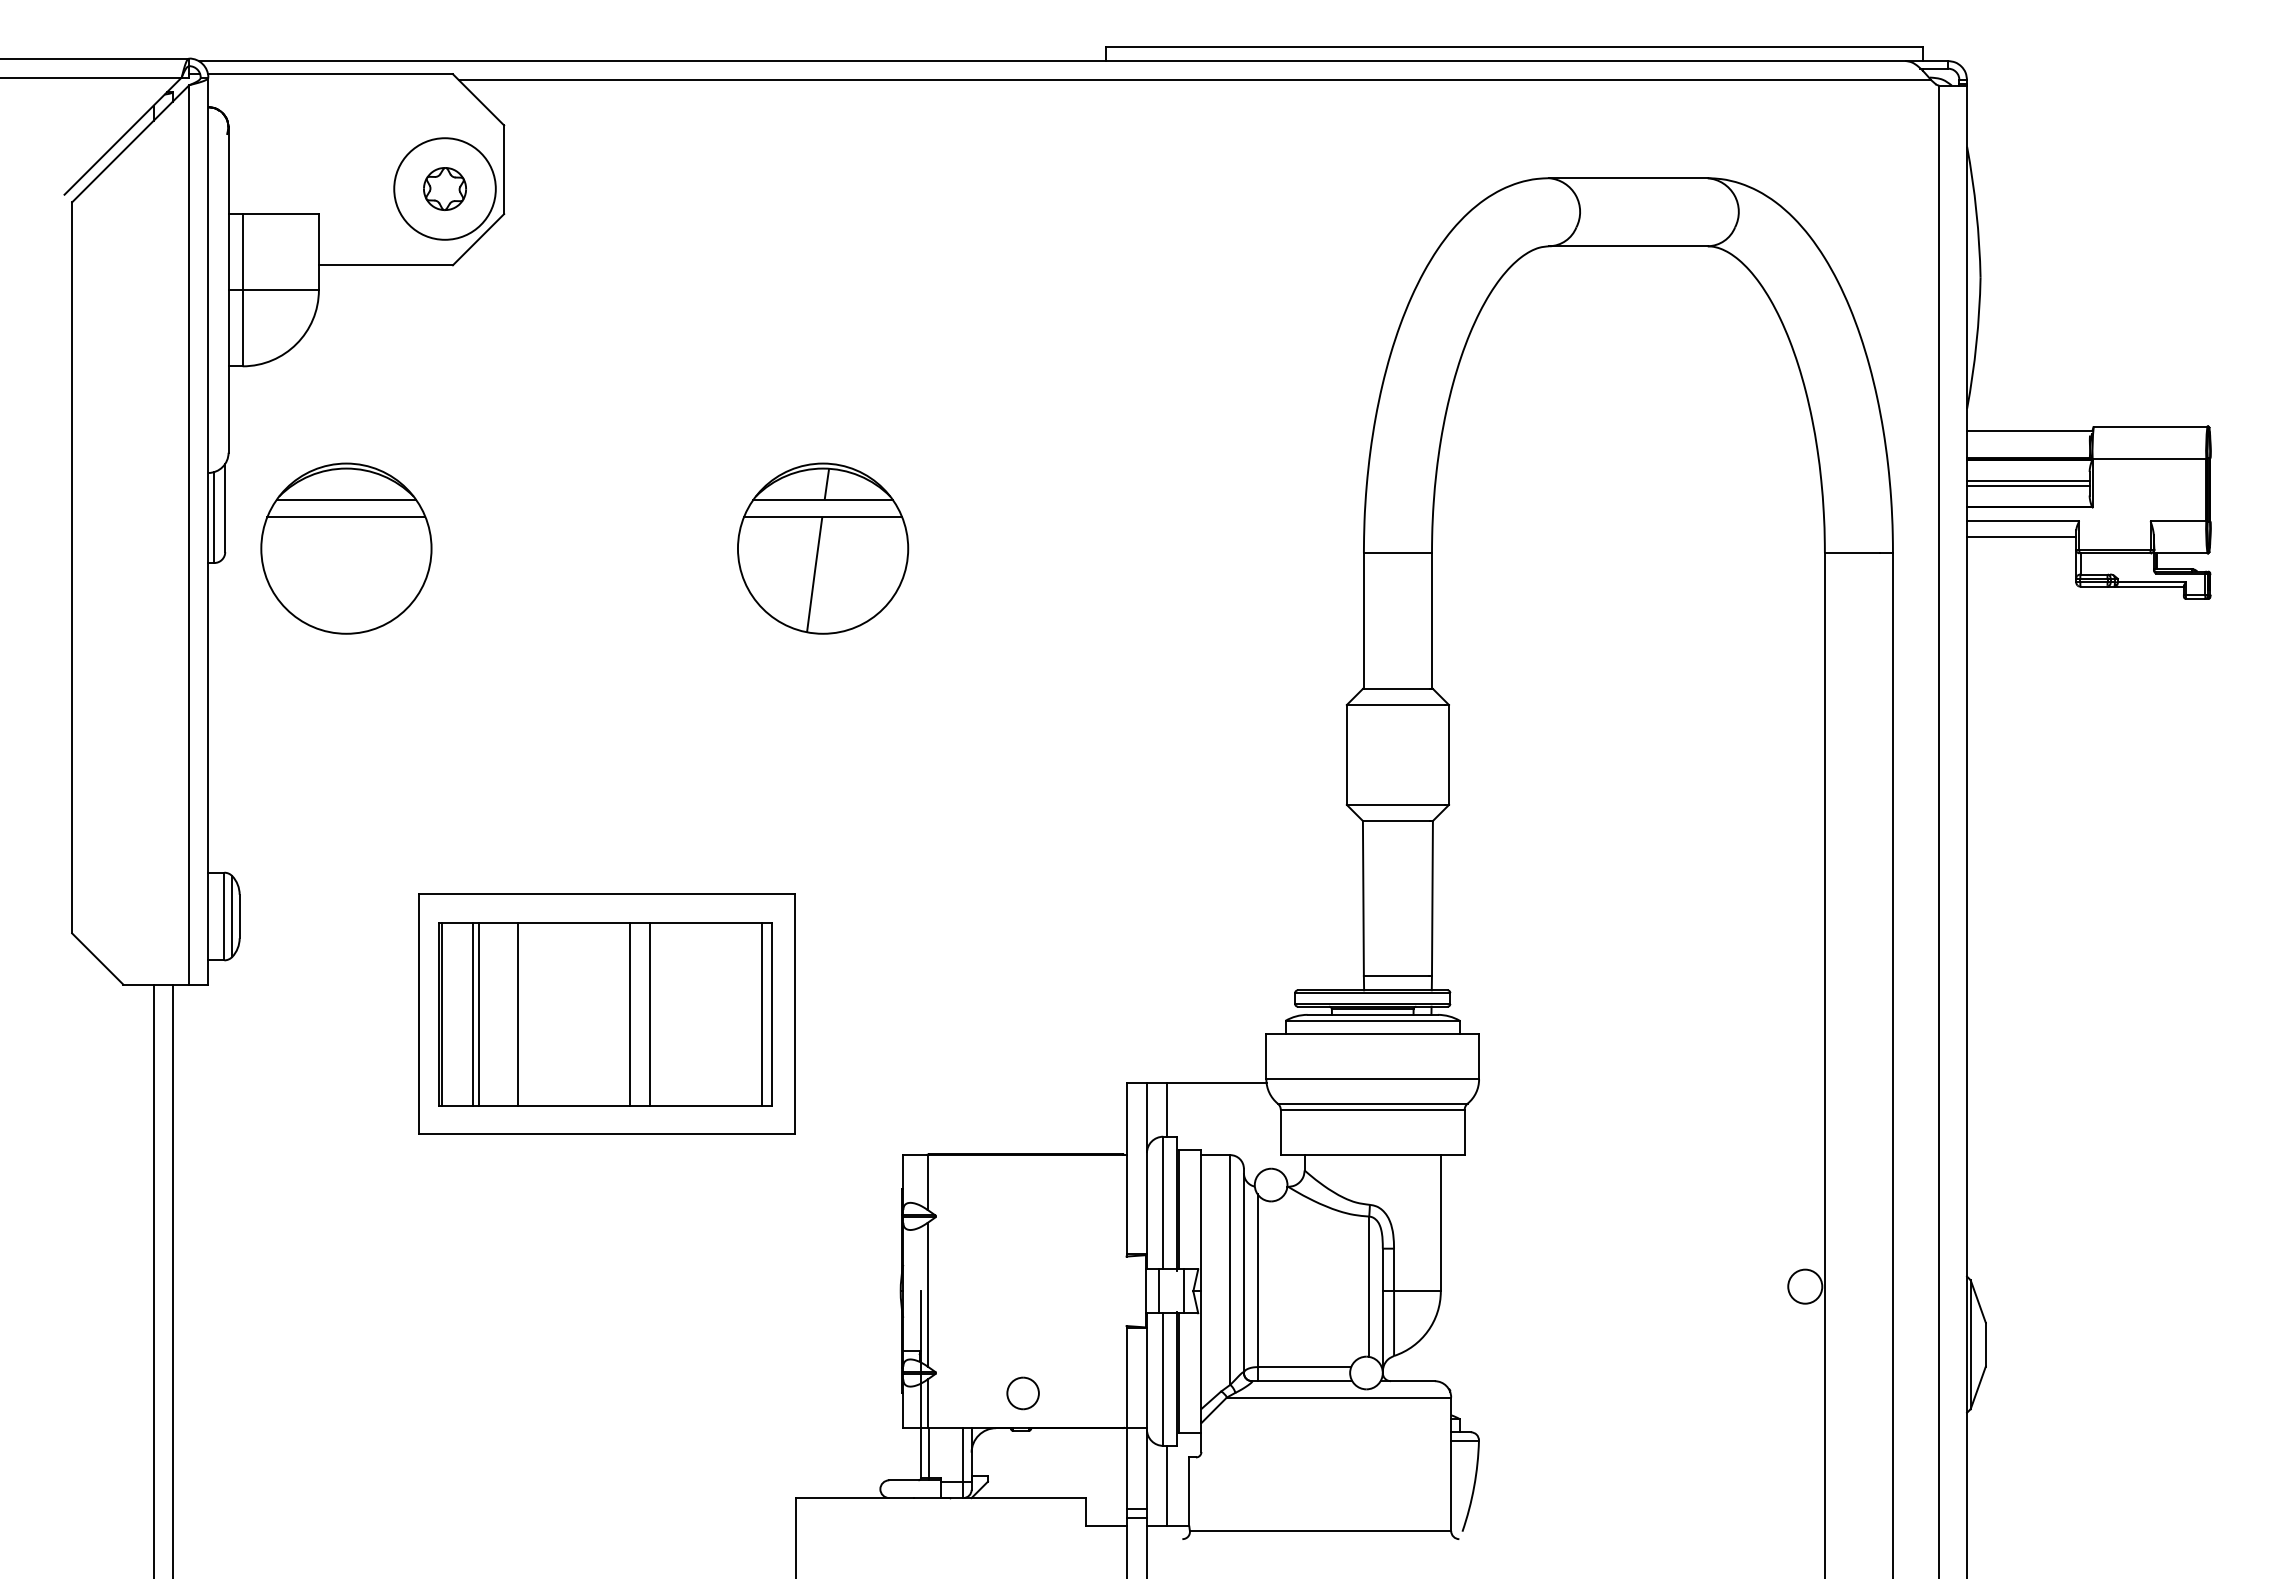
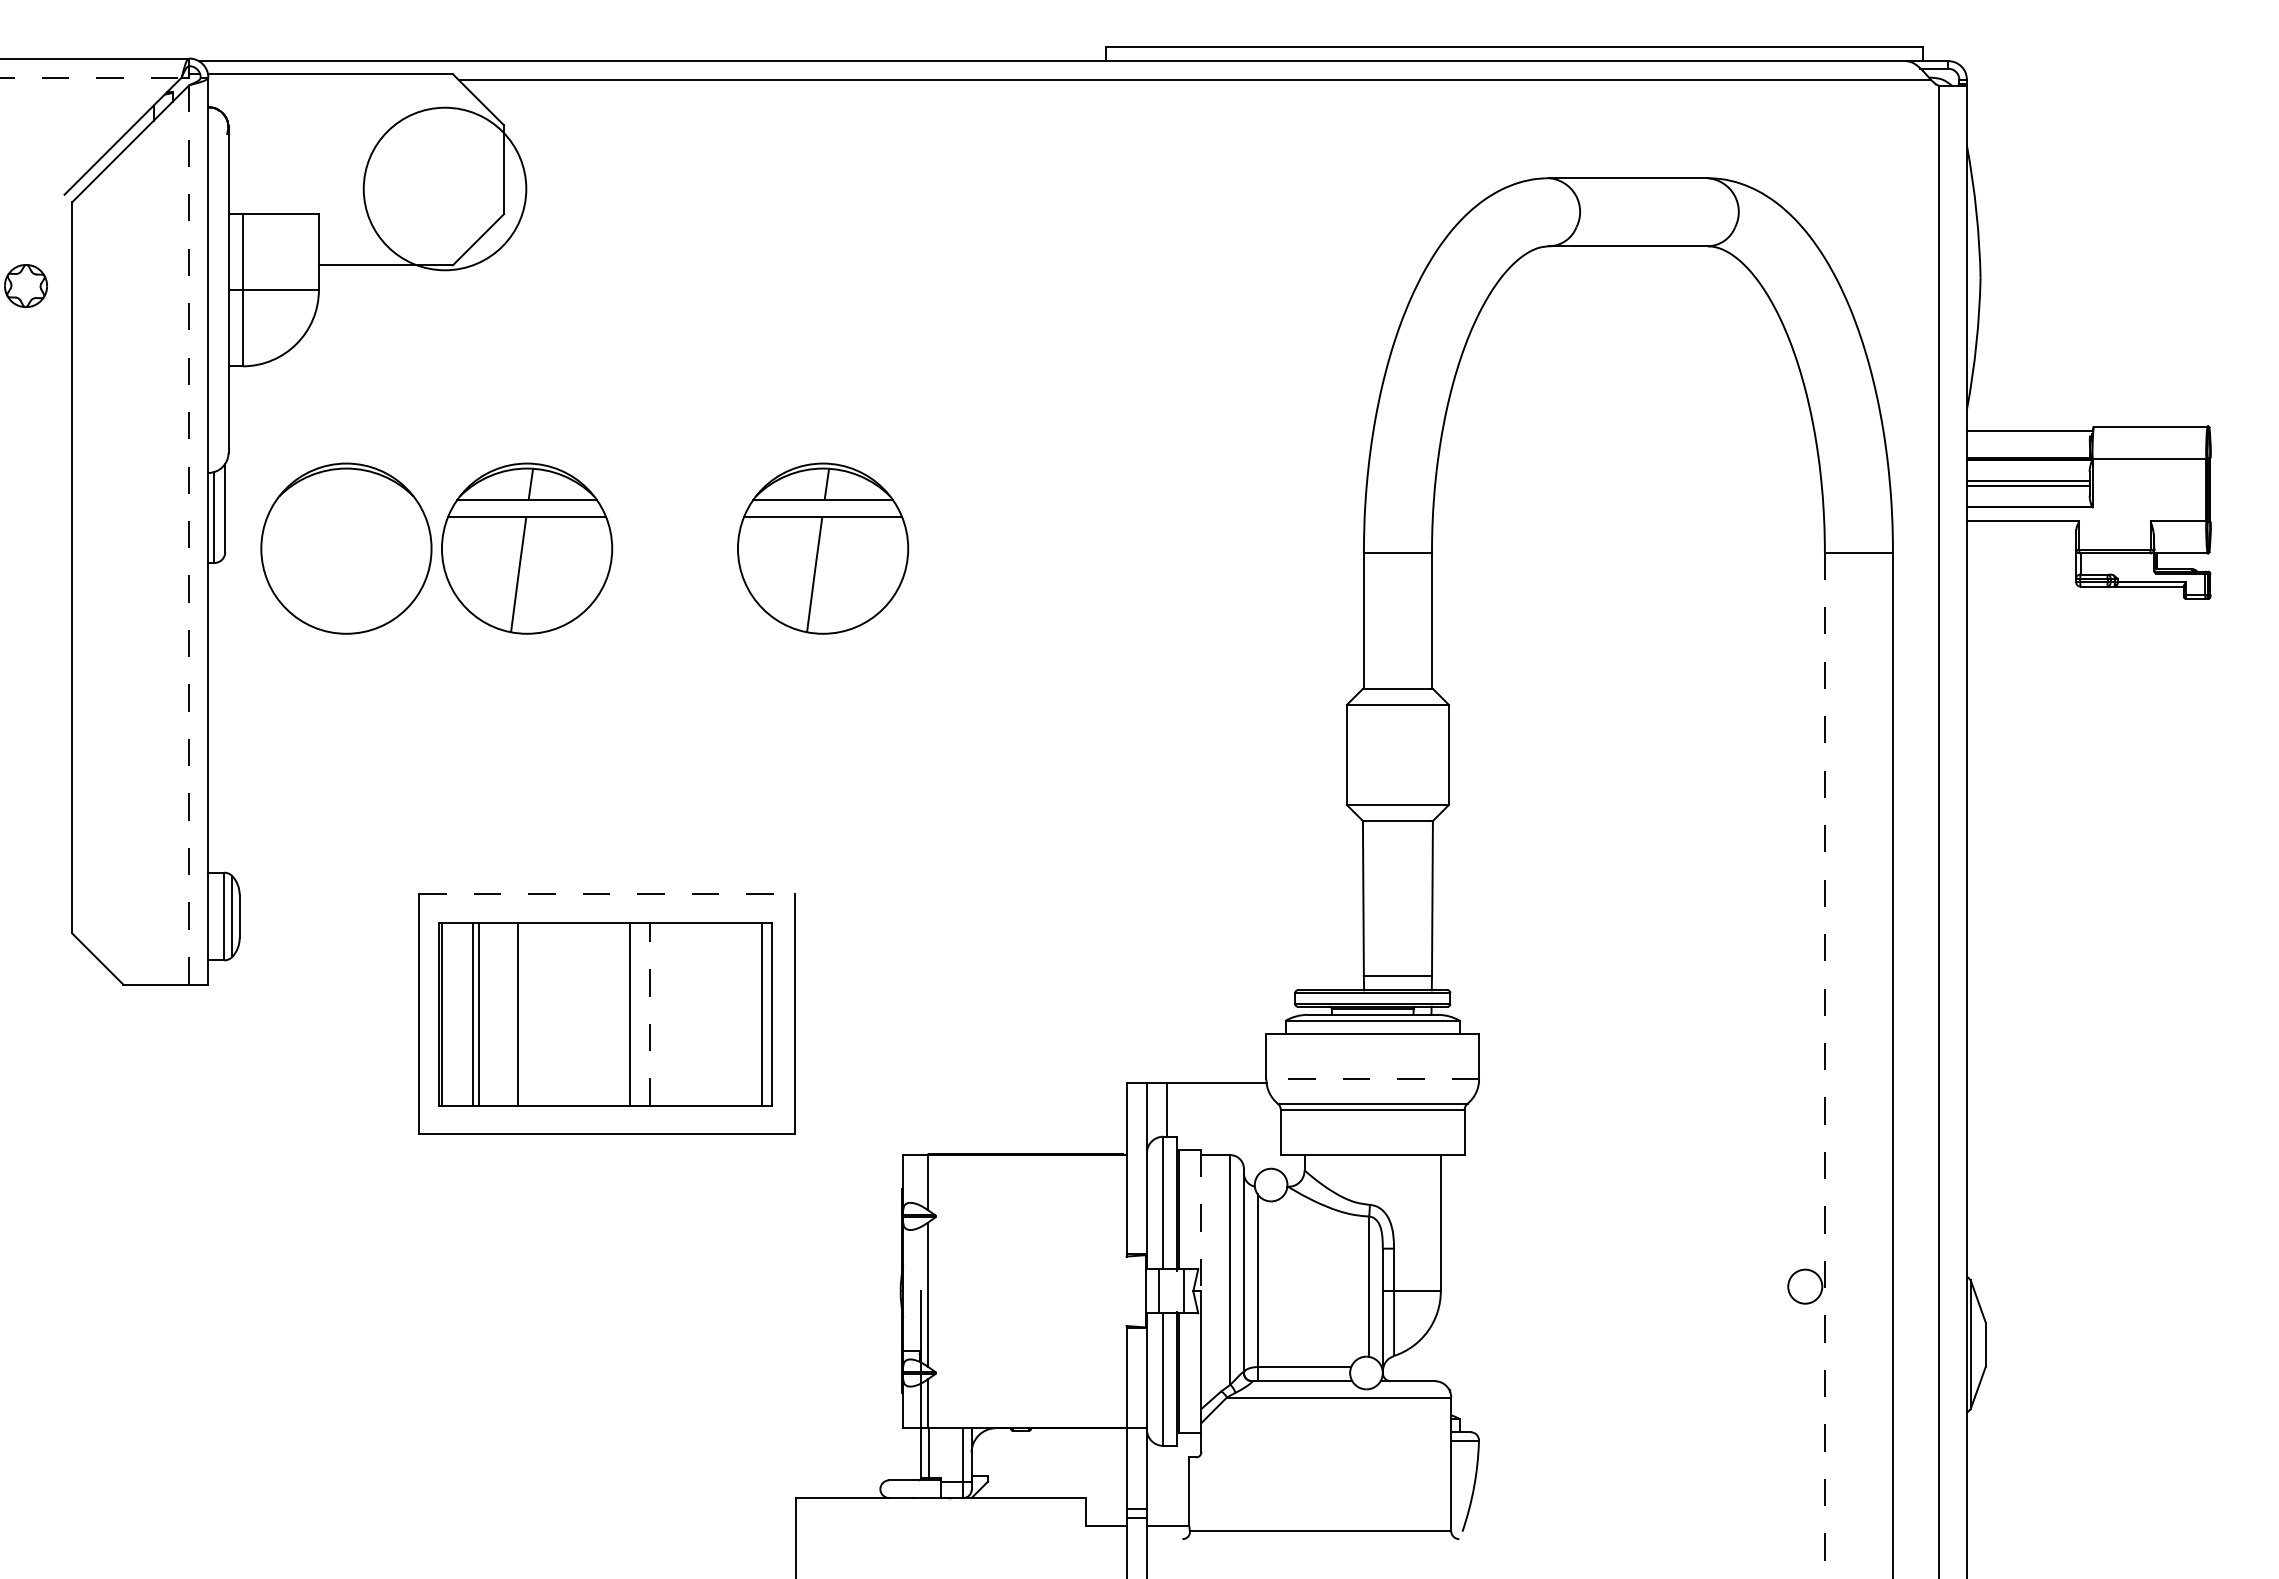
line at (91, 77): solid -> dashed
circle at (444, 188) diameter: 102 px -> 163 px
part at (444, 188) position: (444, 188) -> (25, 285)
line at (346, 499): present -> none
line at (346, 516): present -> none
line at (189, 534): solid -> dashed
line at (2021, 536): present -> none
part at (527, 548): none -> present
line at (607, 894): solid -> dashed
line at (649, 1013): solid -> dashed
line at (1824, 1066): solid -> dashed
line at (1372, 1079): solid -> dashed
line at (1201, 1220): solid -> dashed
line at (153, 1279): present -> none
line at (172, 1279): present -> none
part at (1022, 1393): present -> none
line at (1167, 1485): present -> none
